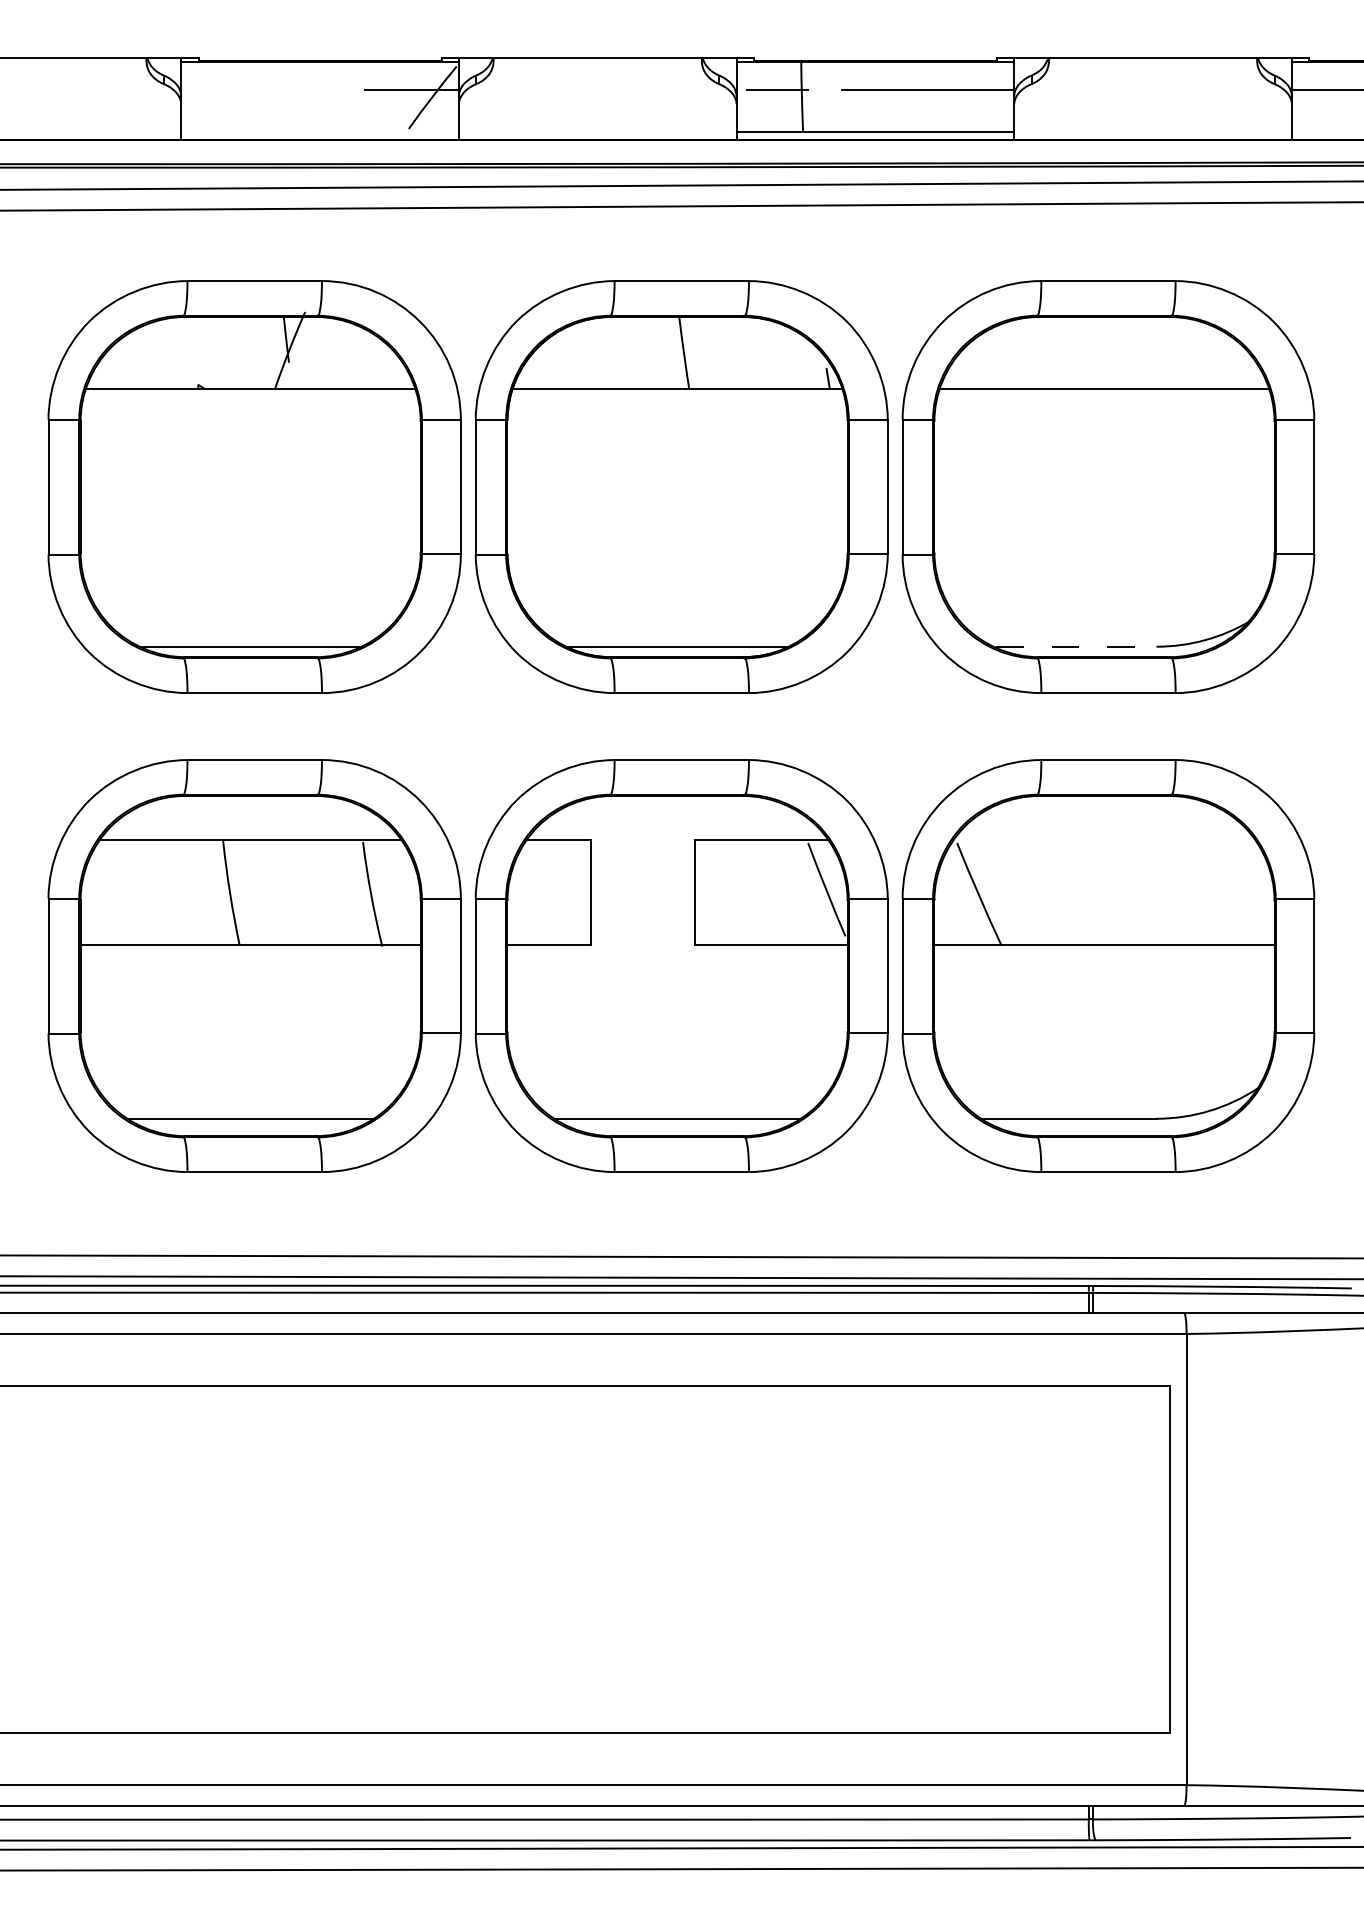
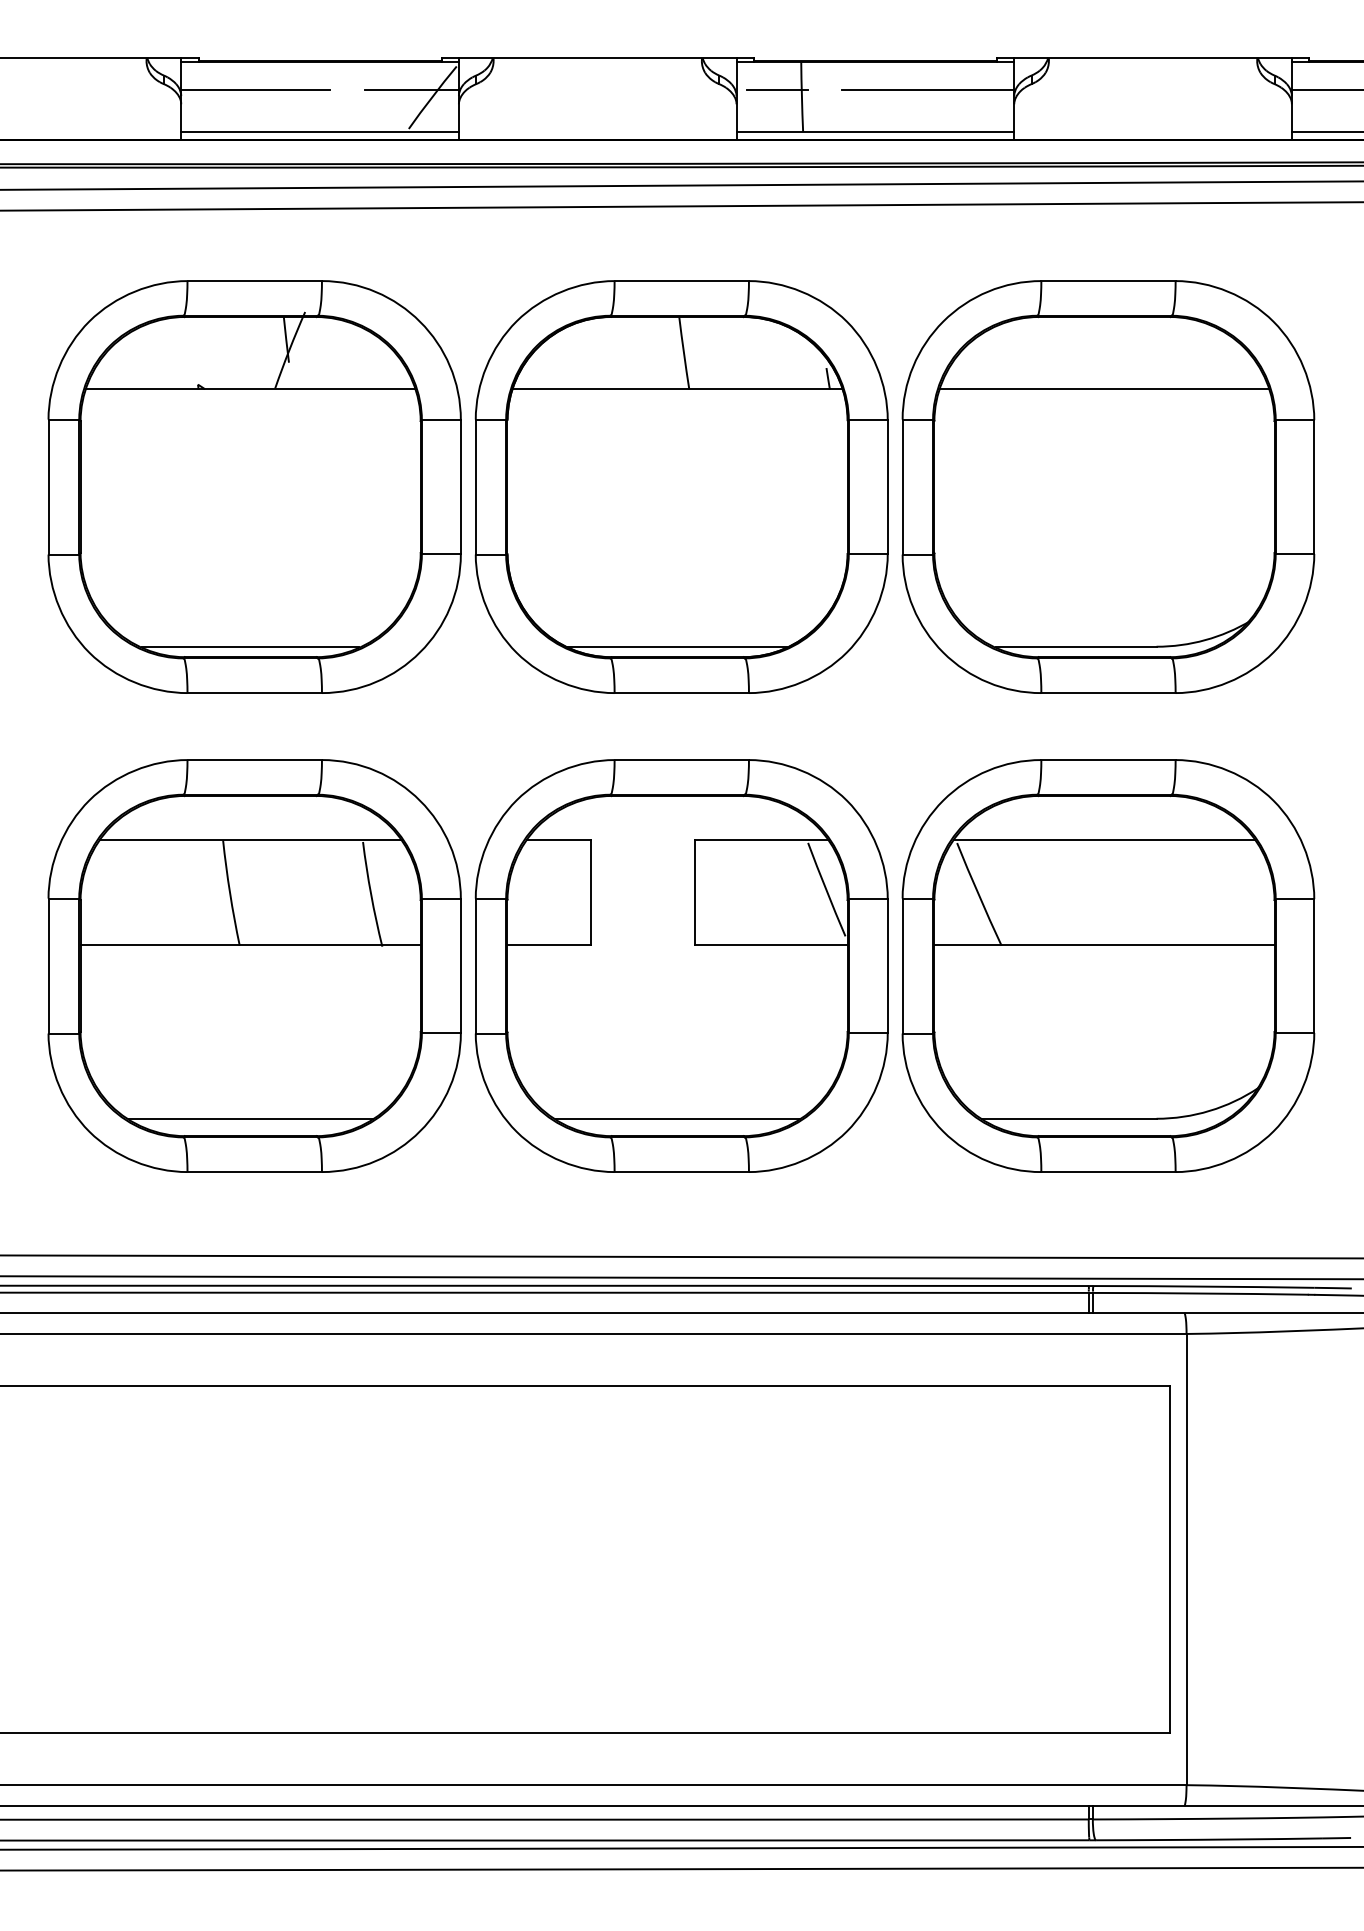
line at (255, 90): none -> present
line at (319, 131): none -> present
line at (1325, 131): none -> present
line at (1076, 646): dashed -> solid
line at (1104, 840): none -> present
